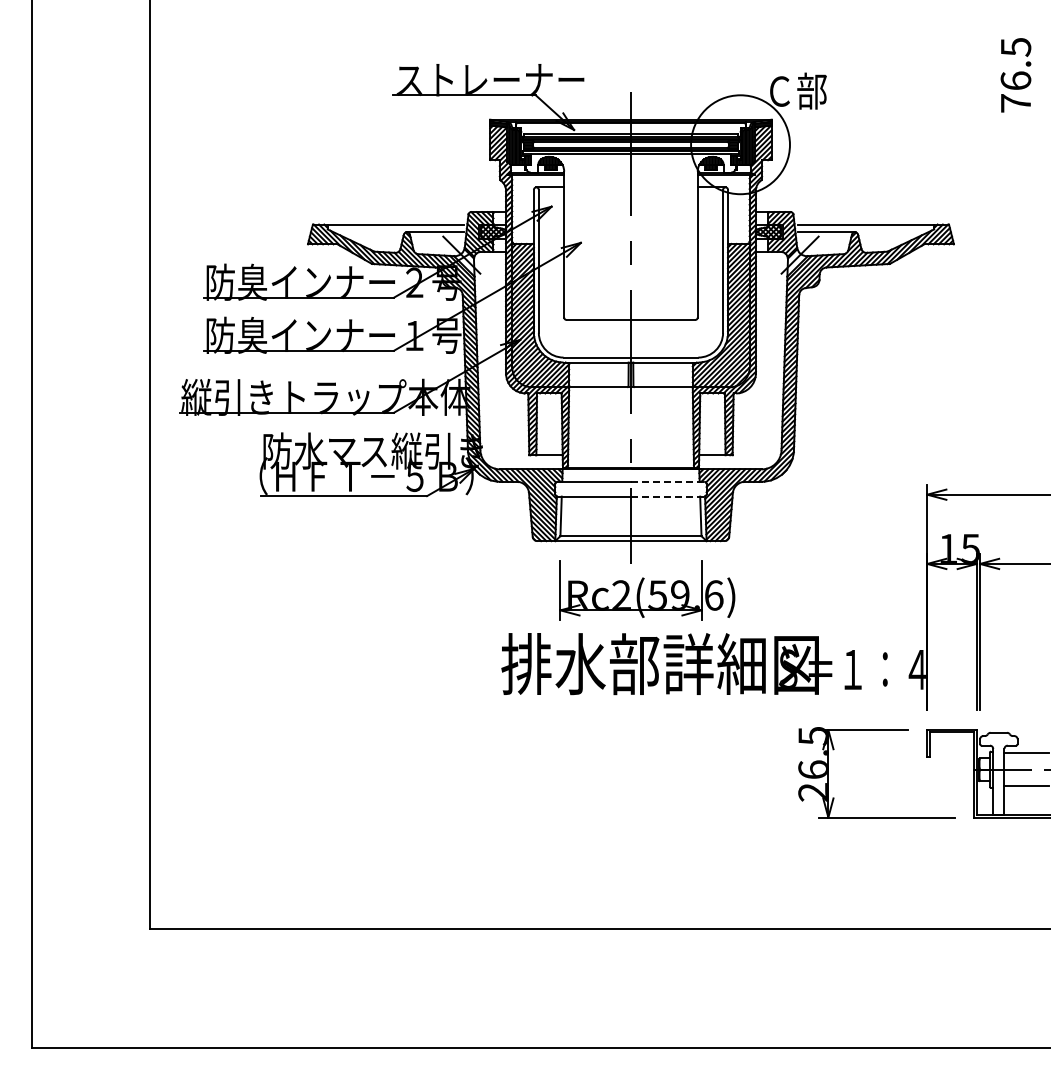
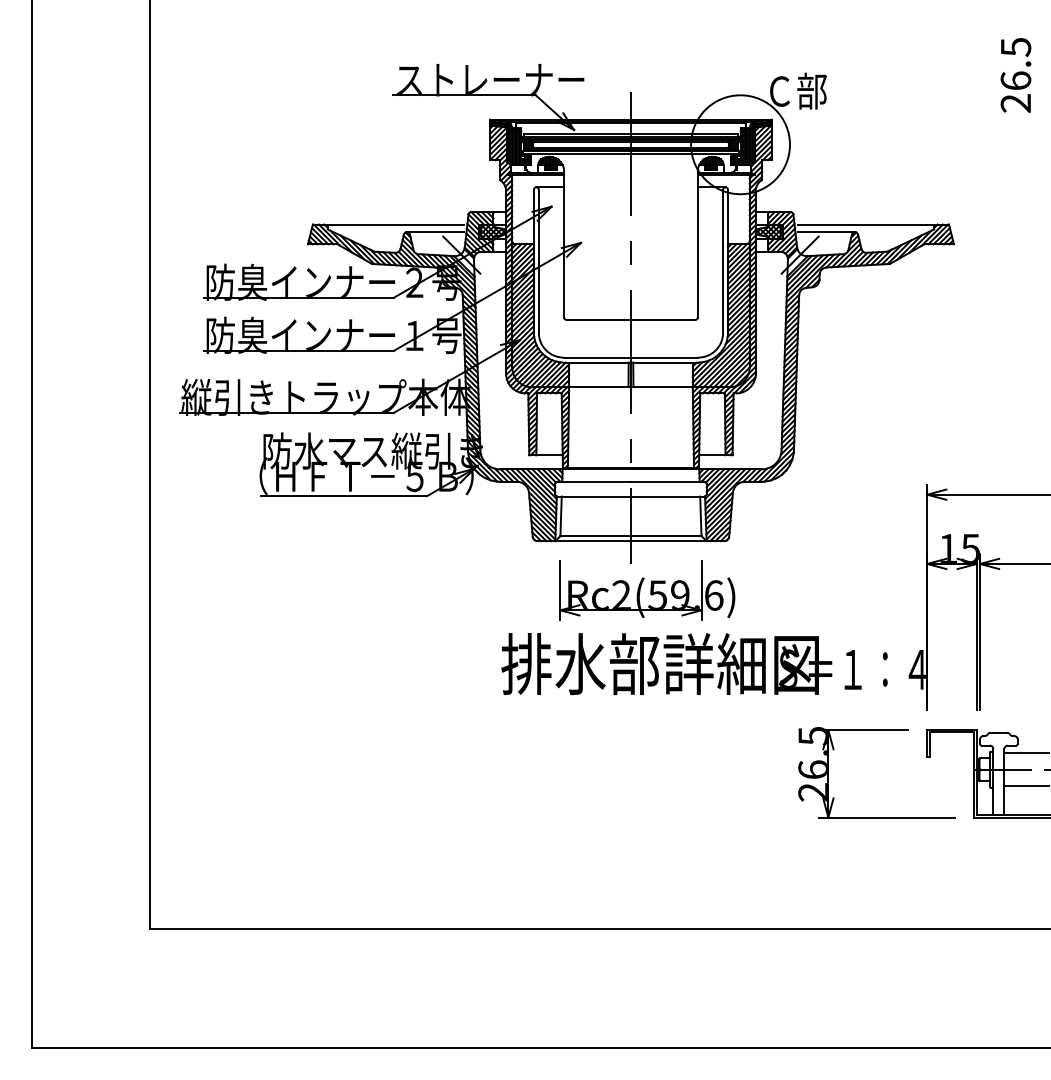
text at (1015, 103): 76.5 -> 26.5
line at (667, 481): dashed -> solid
line at (667, 496): dashed -> solid
